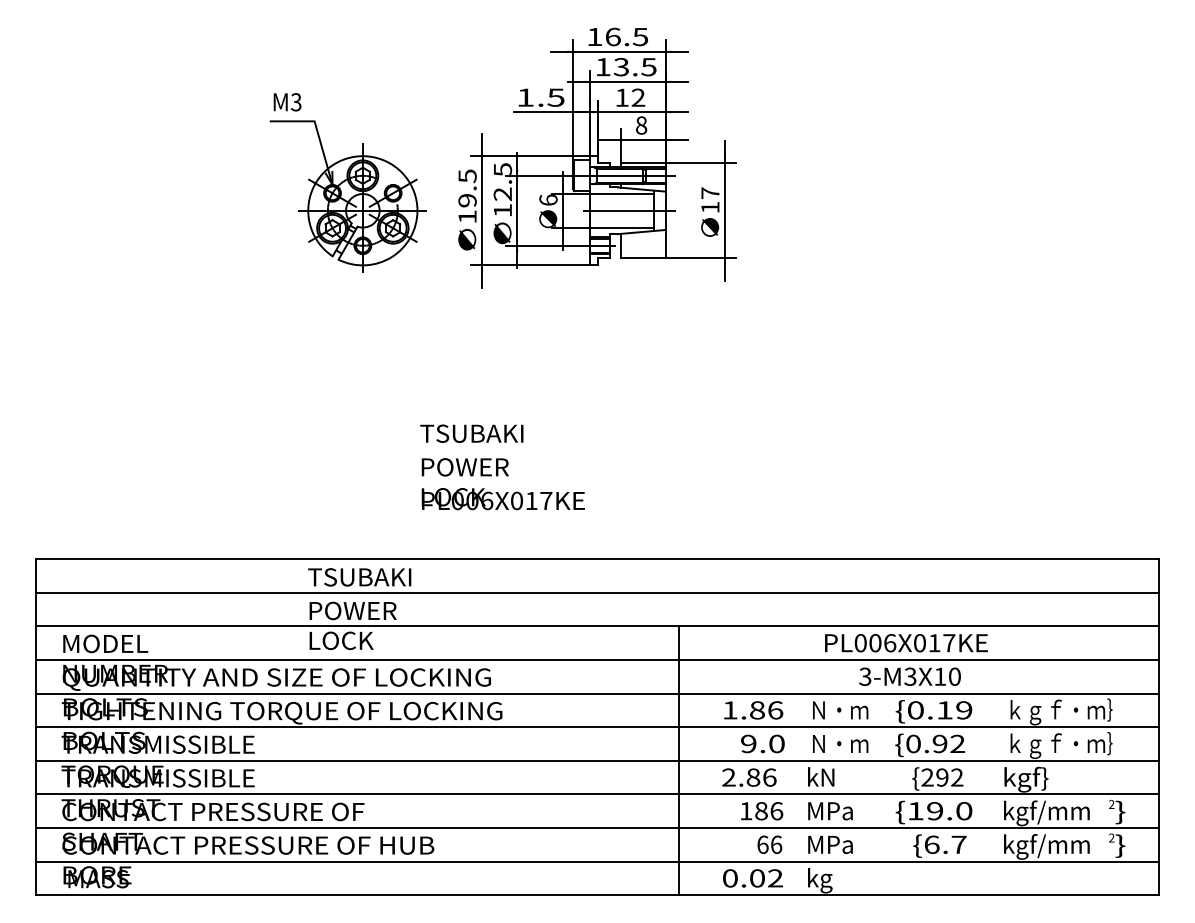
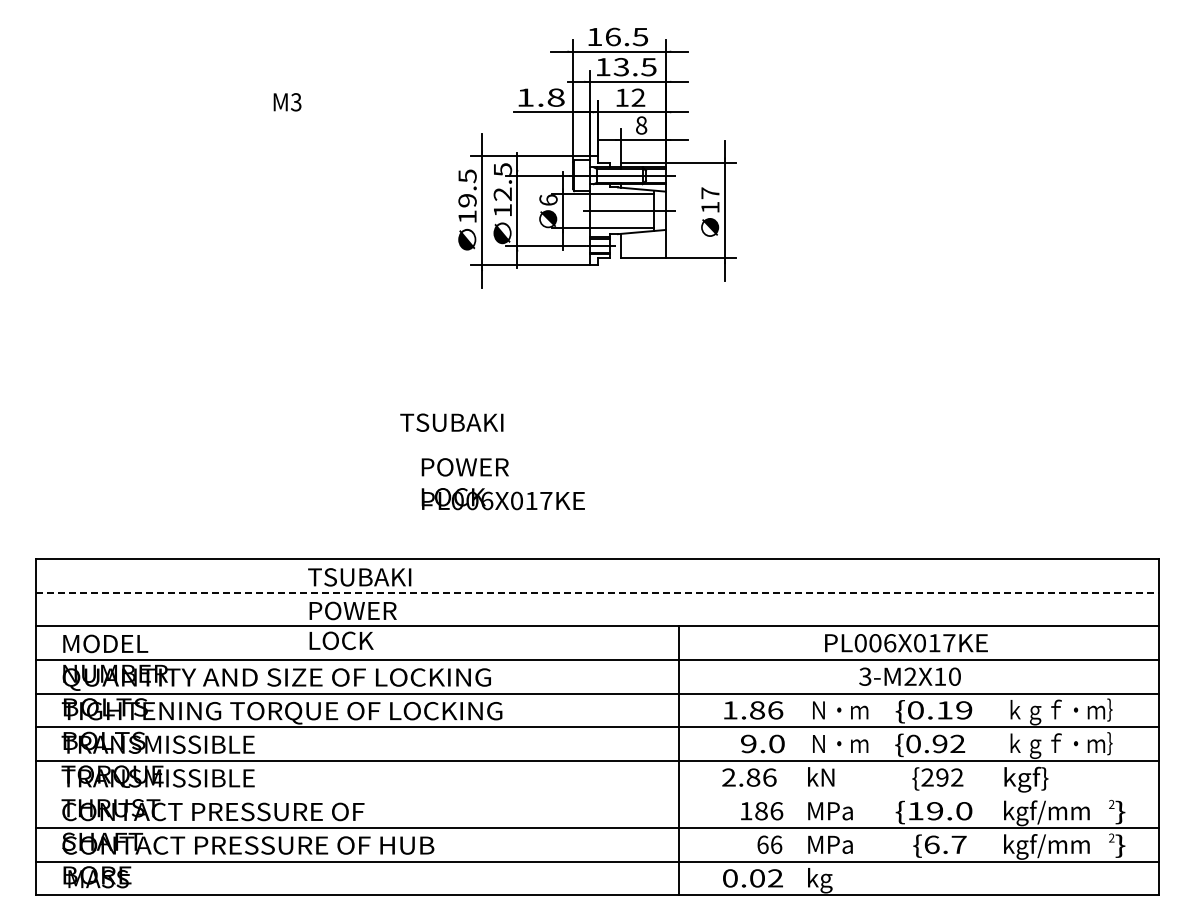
text at (555, 97): 1.5 -> 1.8
part at (347, 196): present -> none
text at (471, 433) position: (471, 433) -> (451, 422)
line at (597, 592): solid -> dashed
text at (910, 676): 3-M3X10 -> 3-M2X10
line at (597, 794): present -> none
